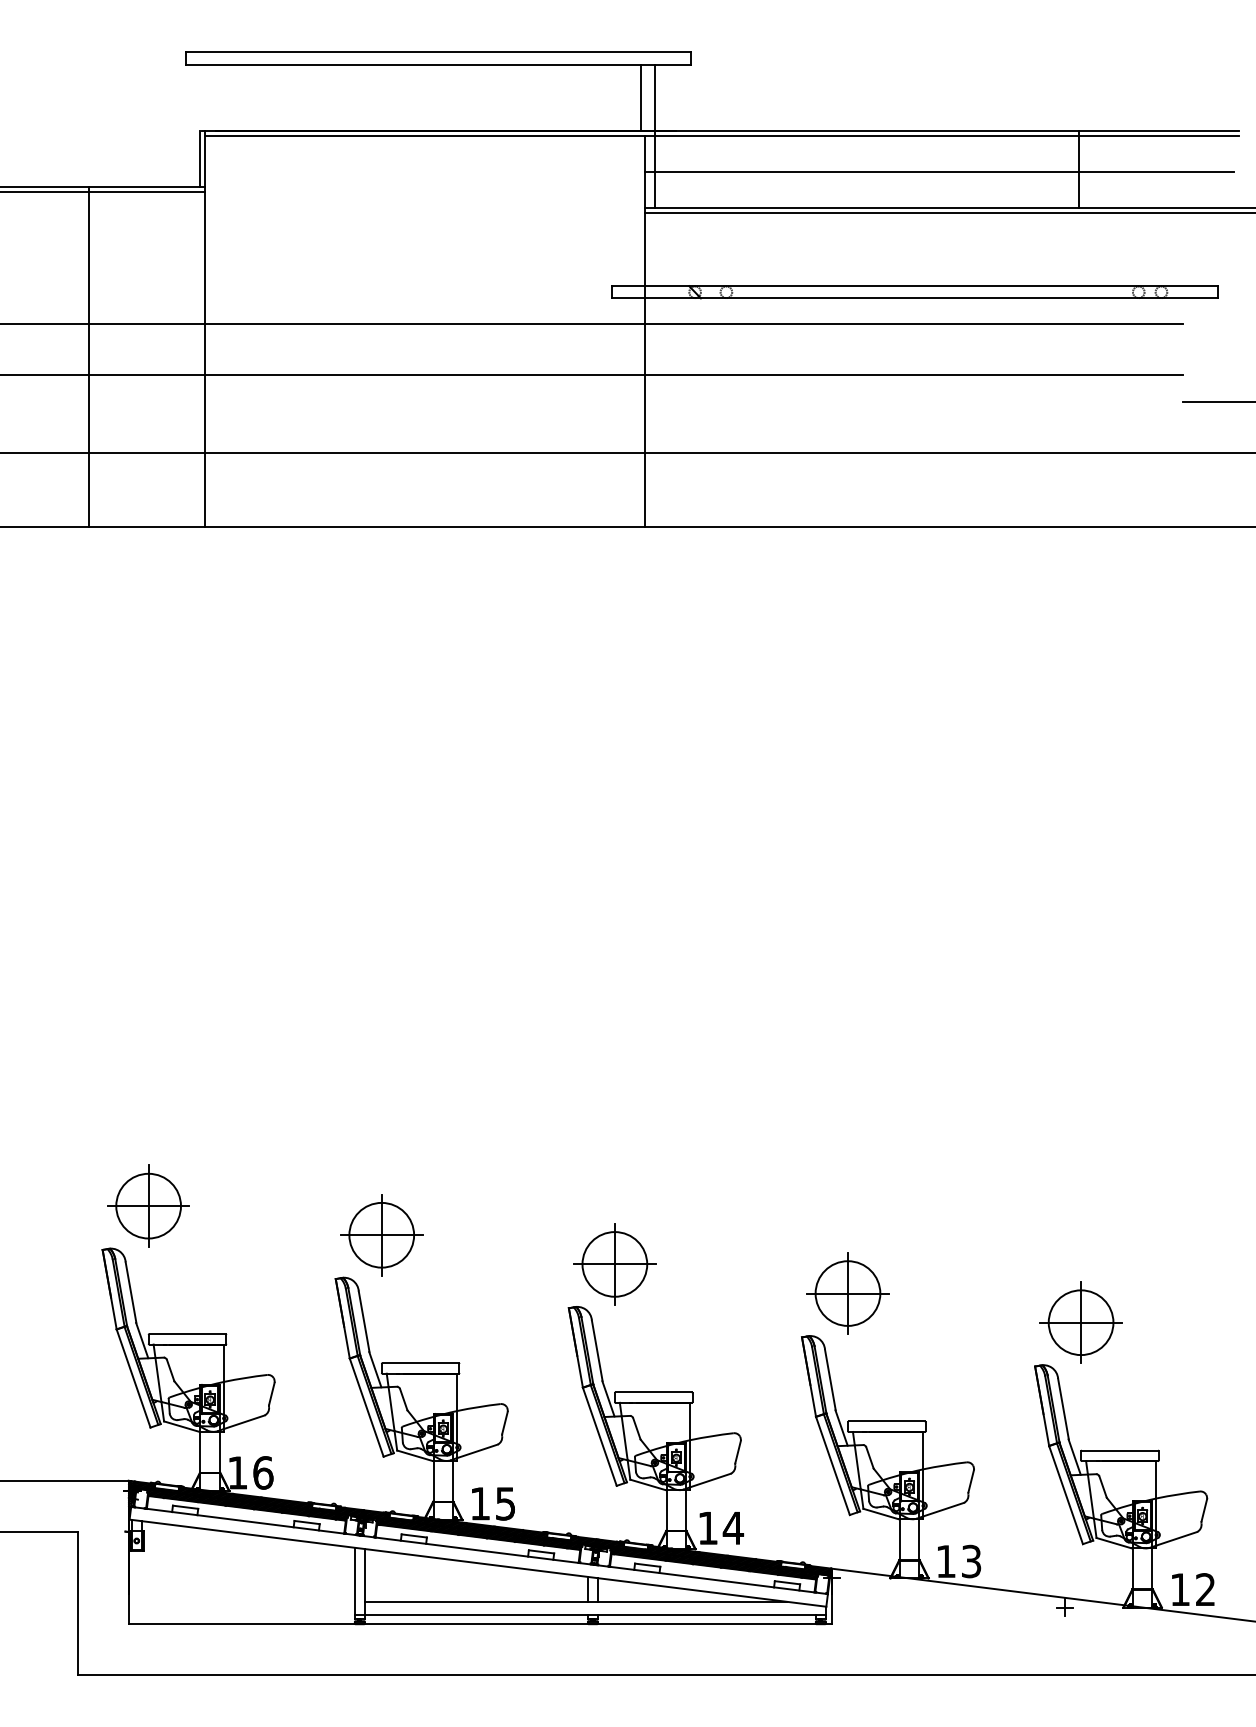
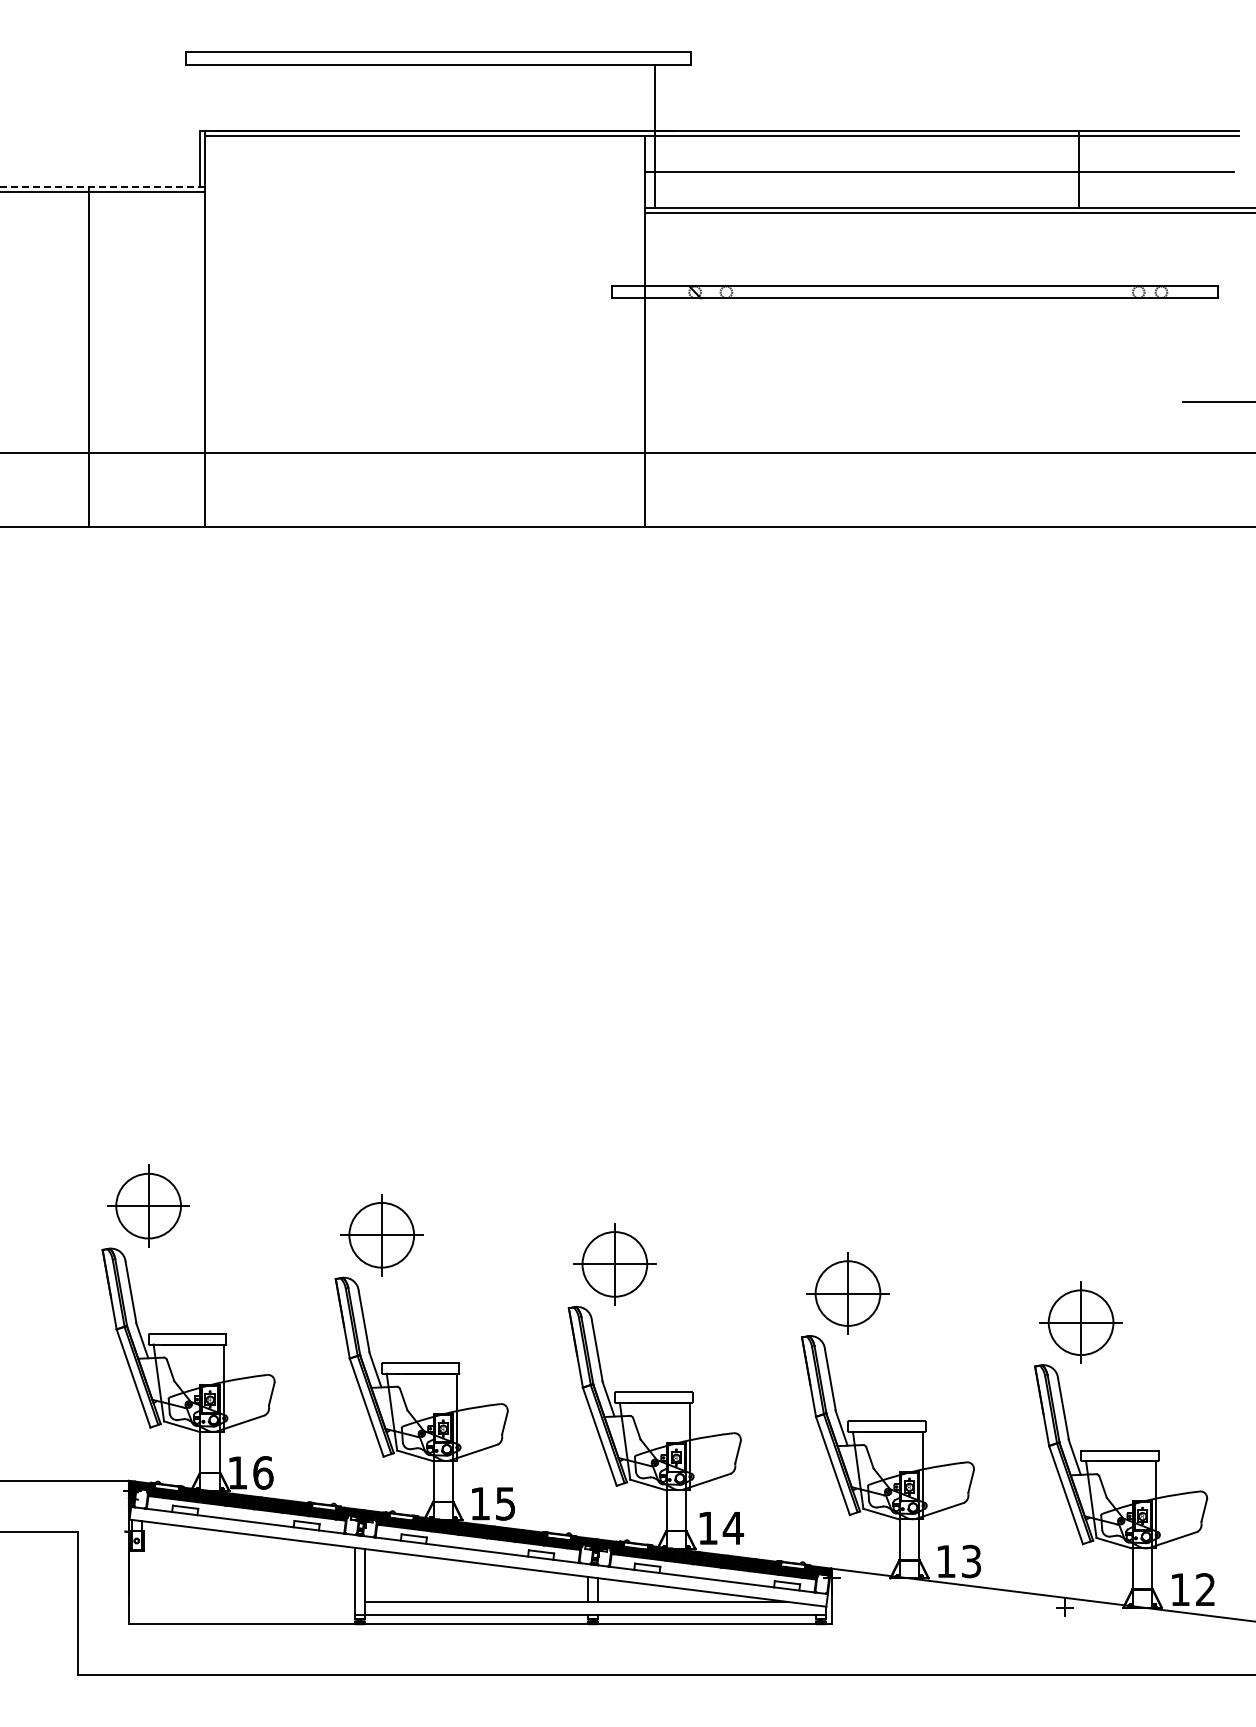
line at (641, 97): present -> none
line at (102, 186): solid -> dashed
line at (592, 324): present -> none
line at (592, 375): present -> none
